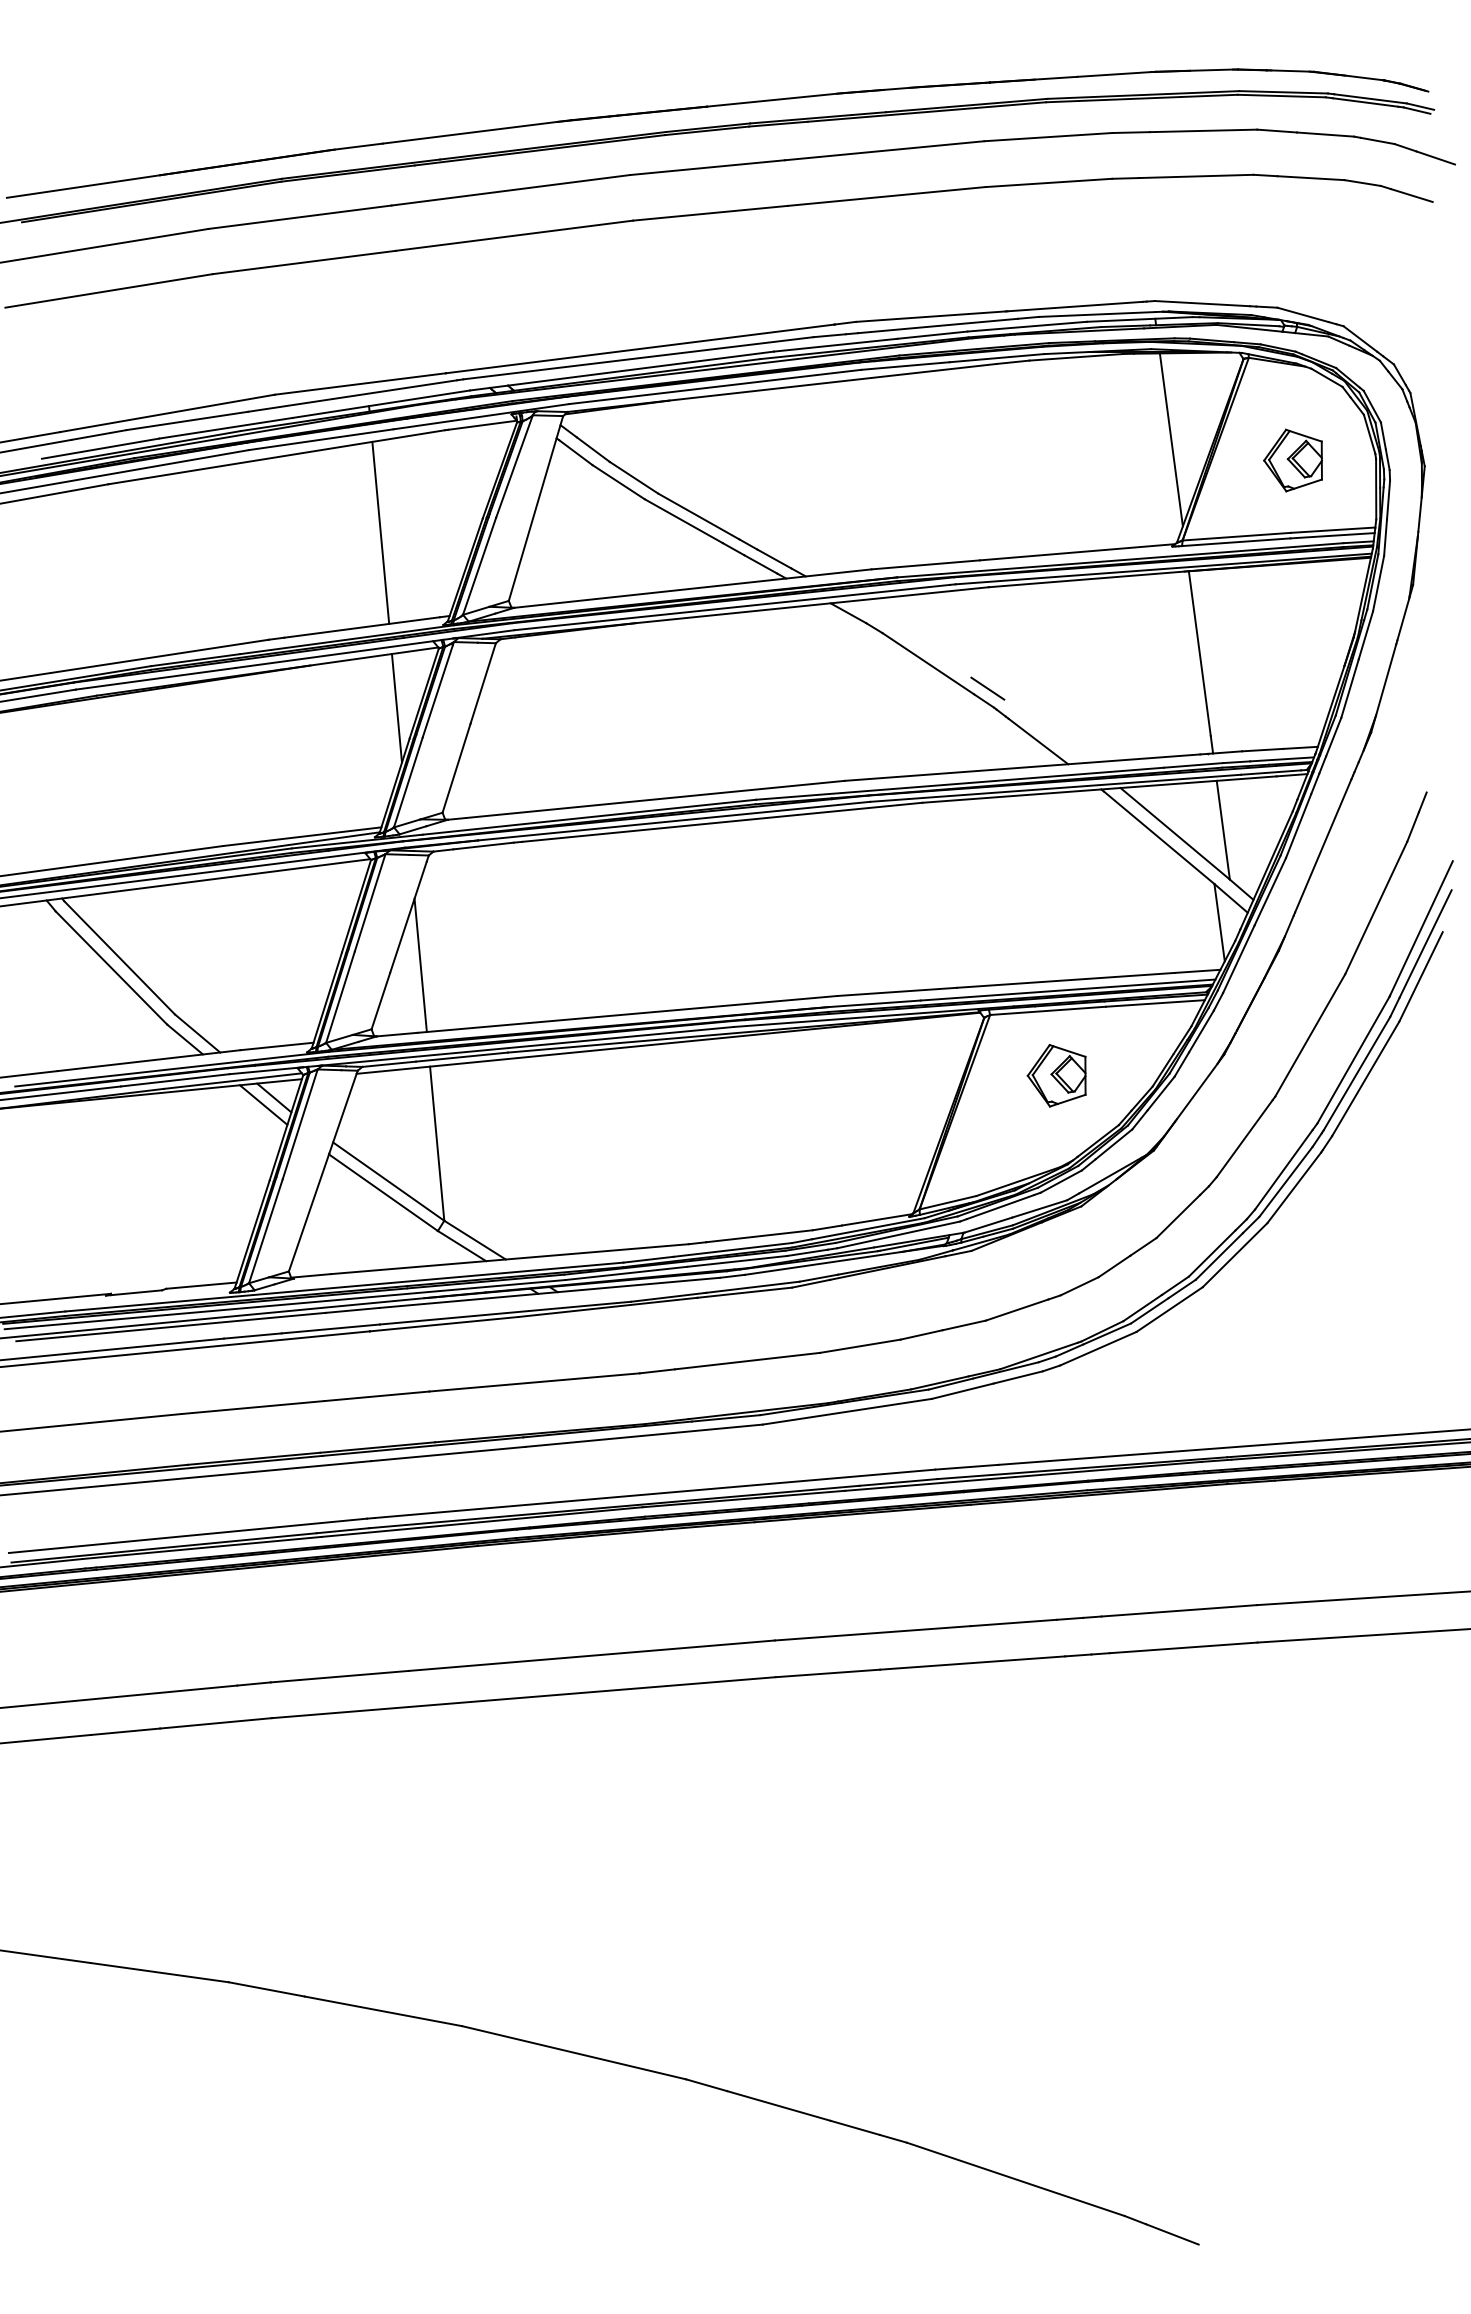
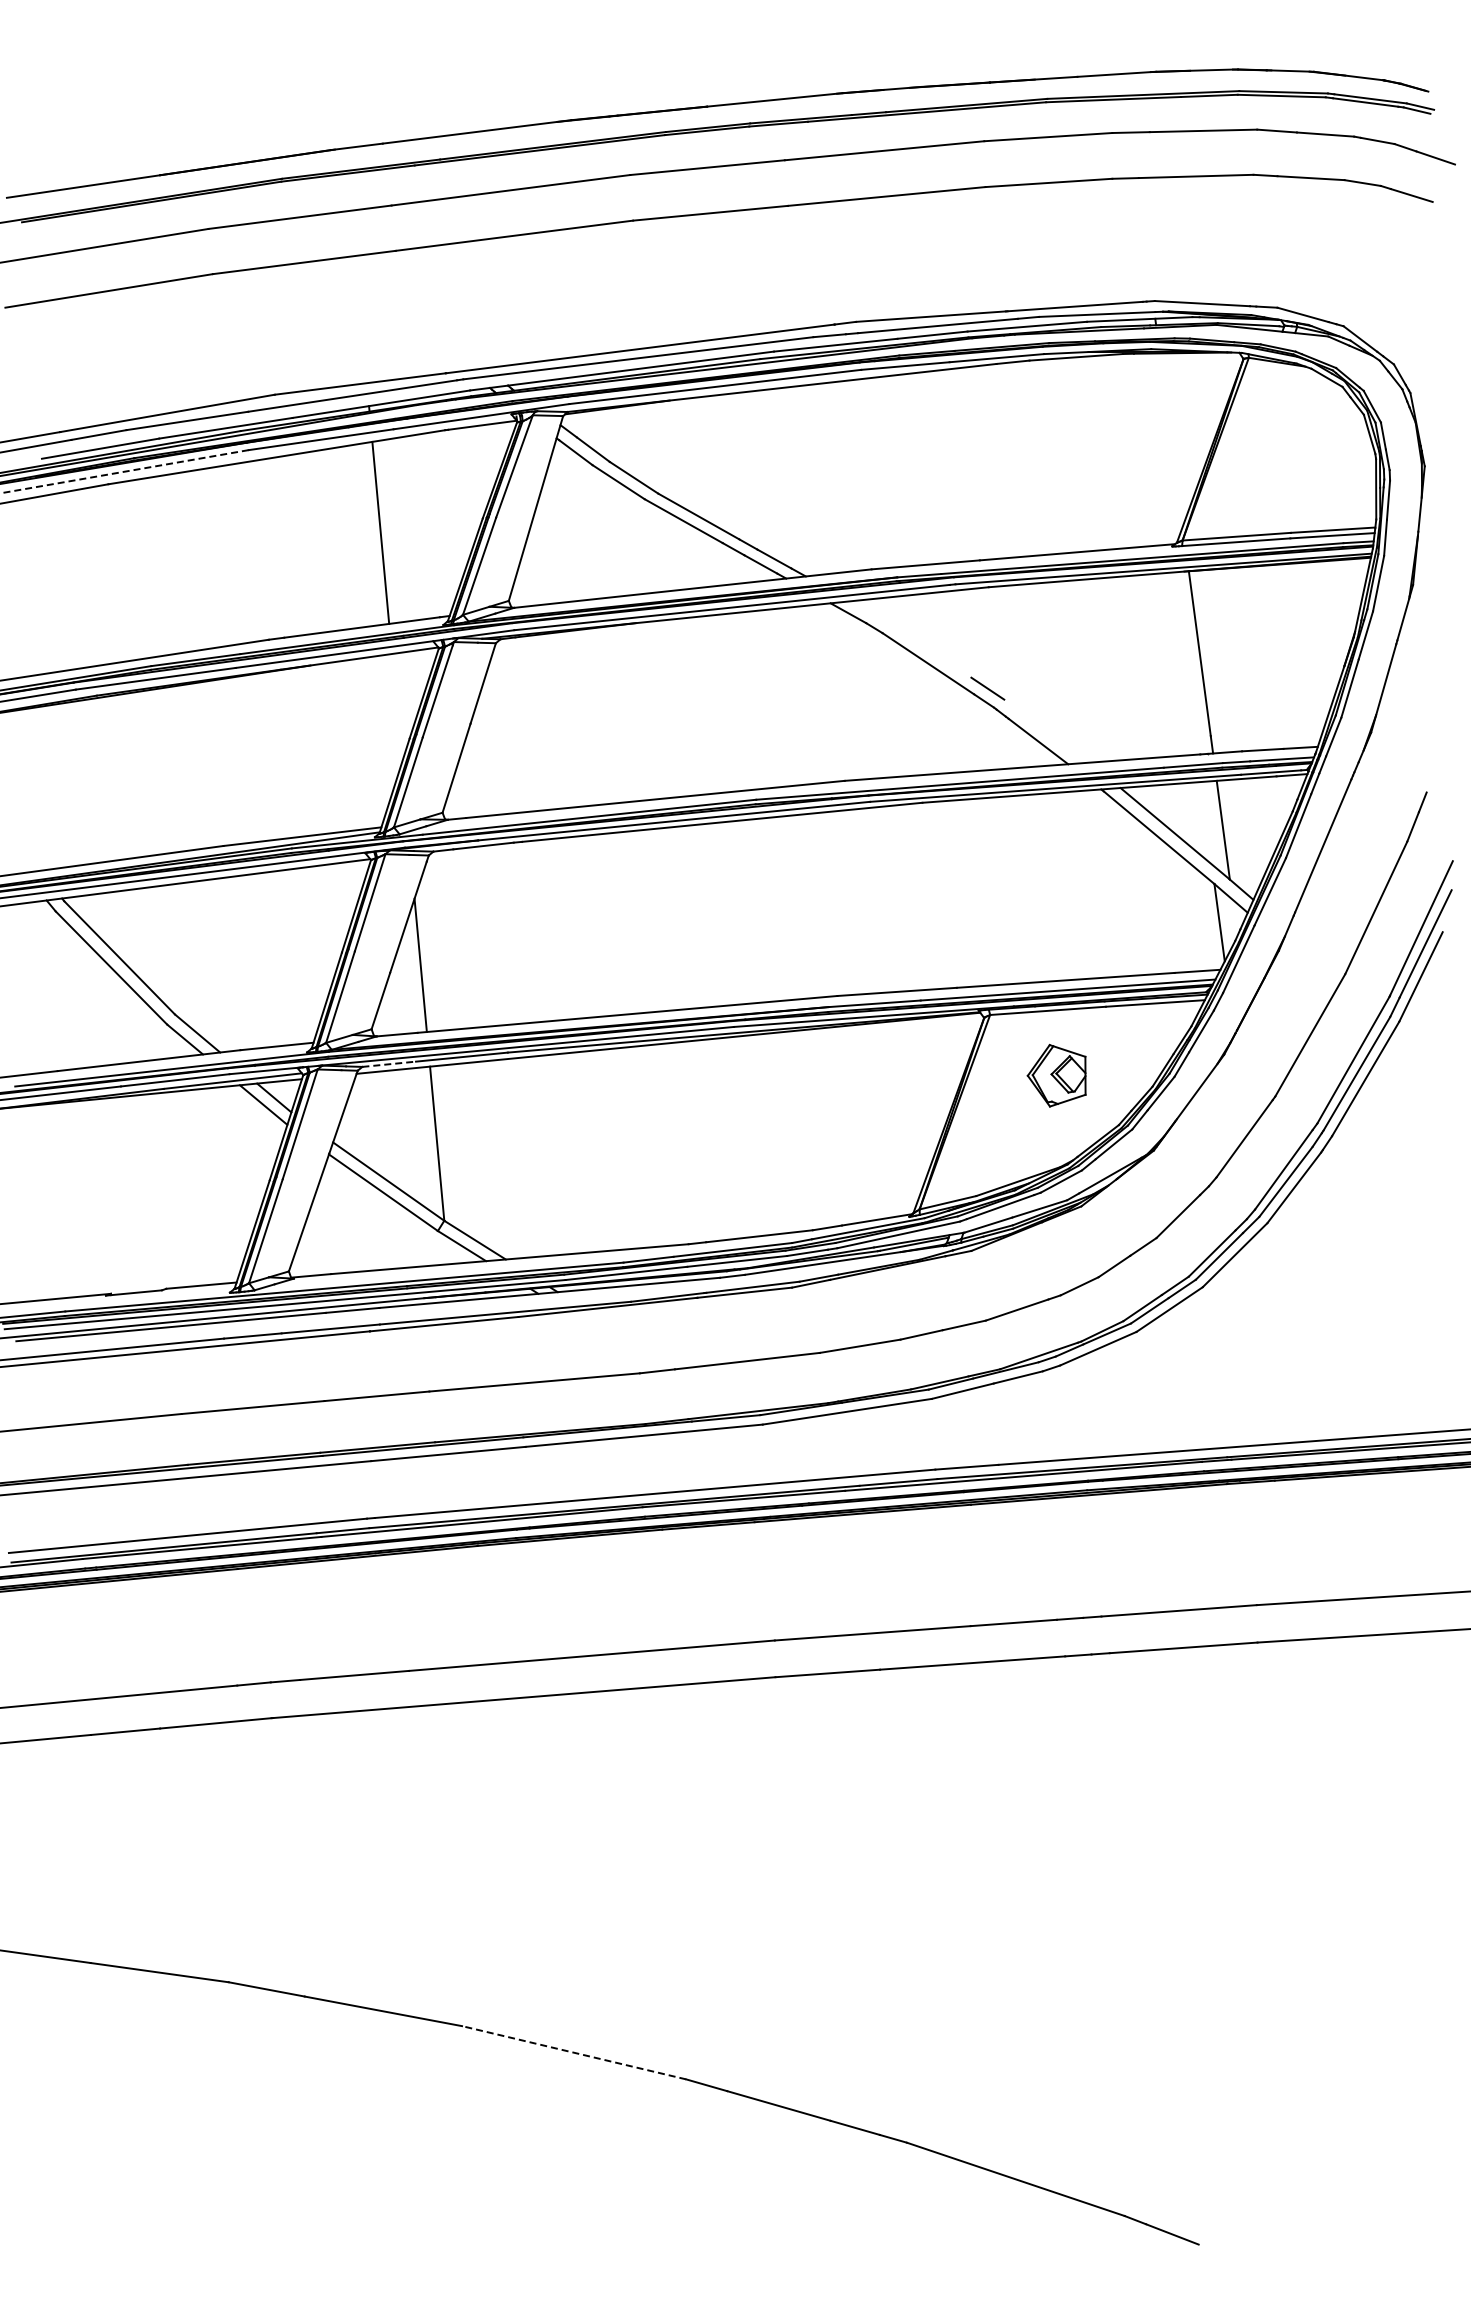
line at (1170, 439): present -> none
part at (1292, 460): present -> none
line at (124, 471): solid -> dashed
line at (396, 708): present -> none
line at (389, 1064): solid -> dashed
line at (573, 2052): solid -> dashed
